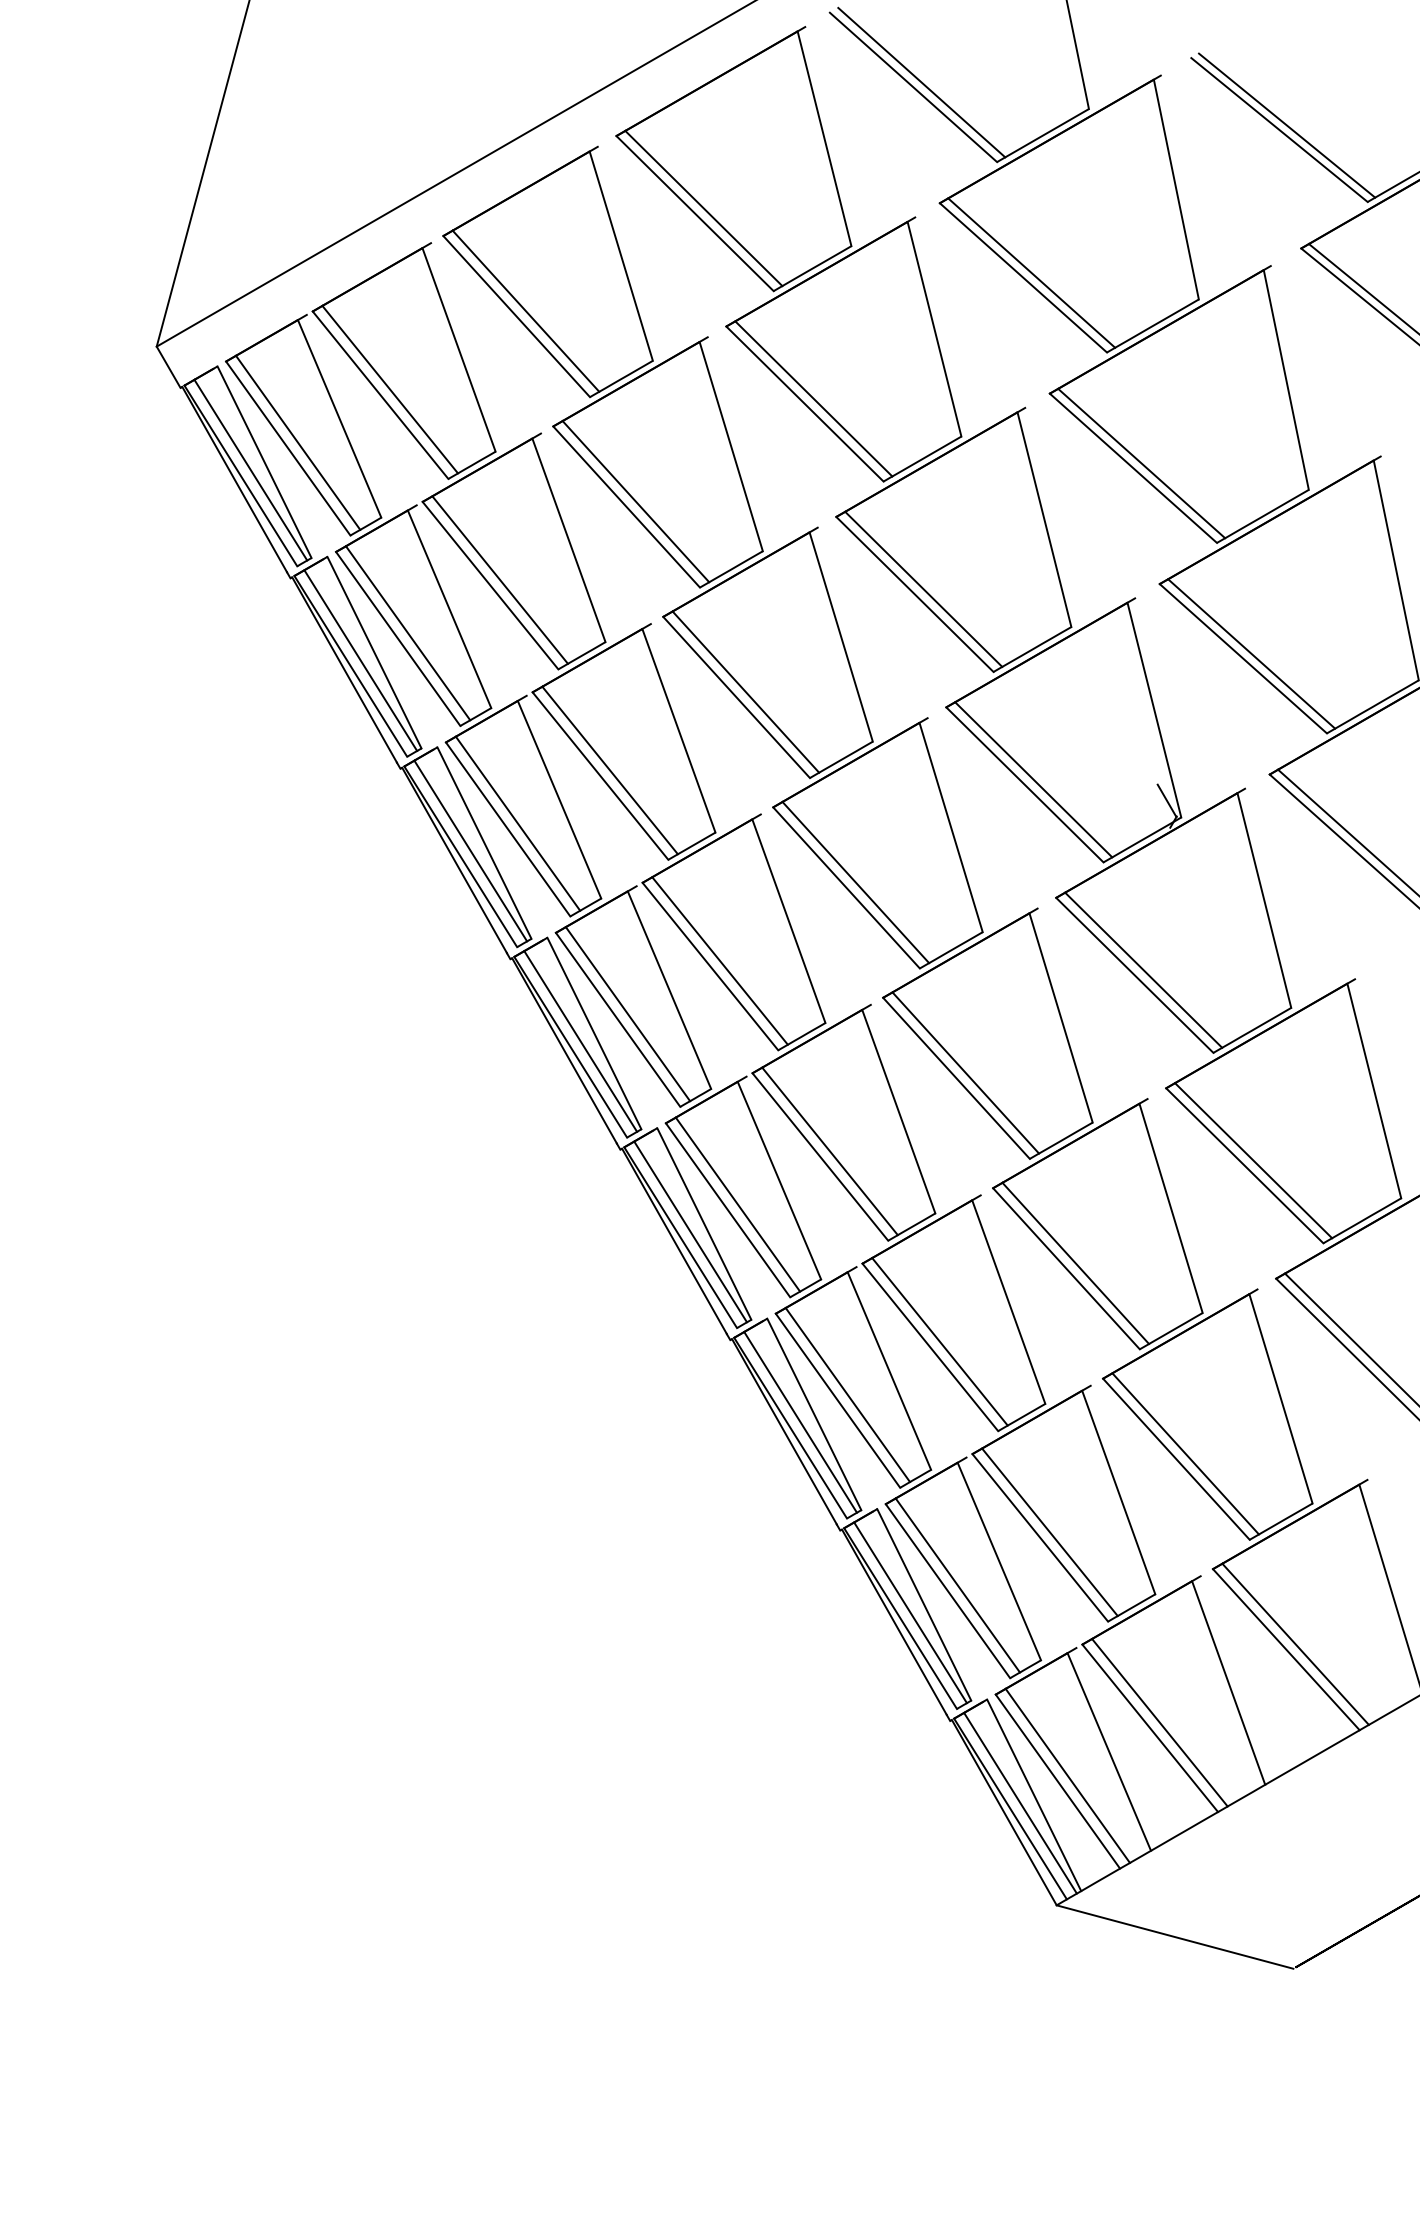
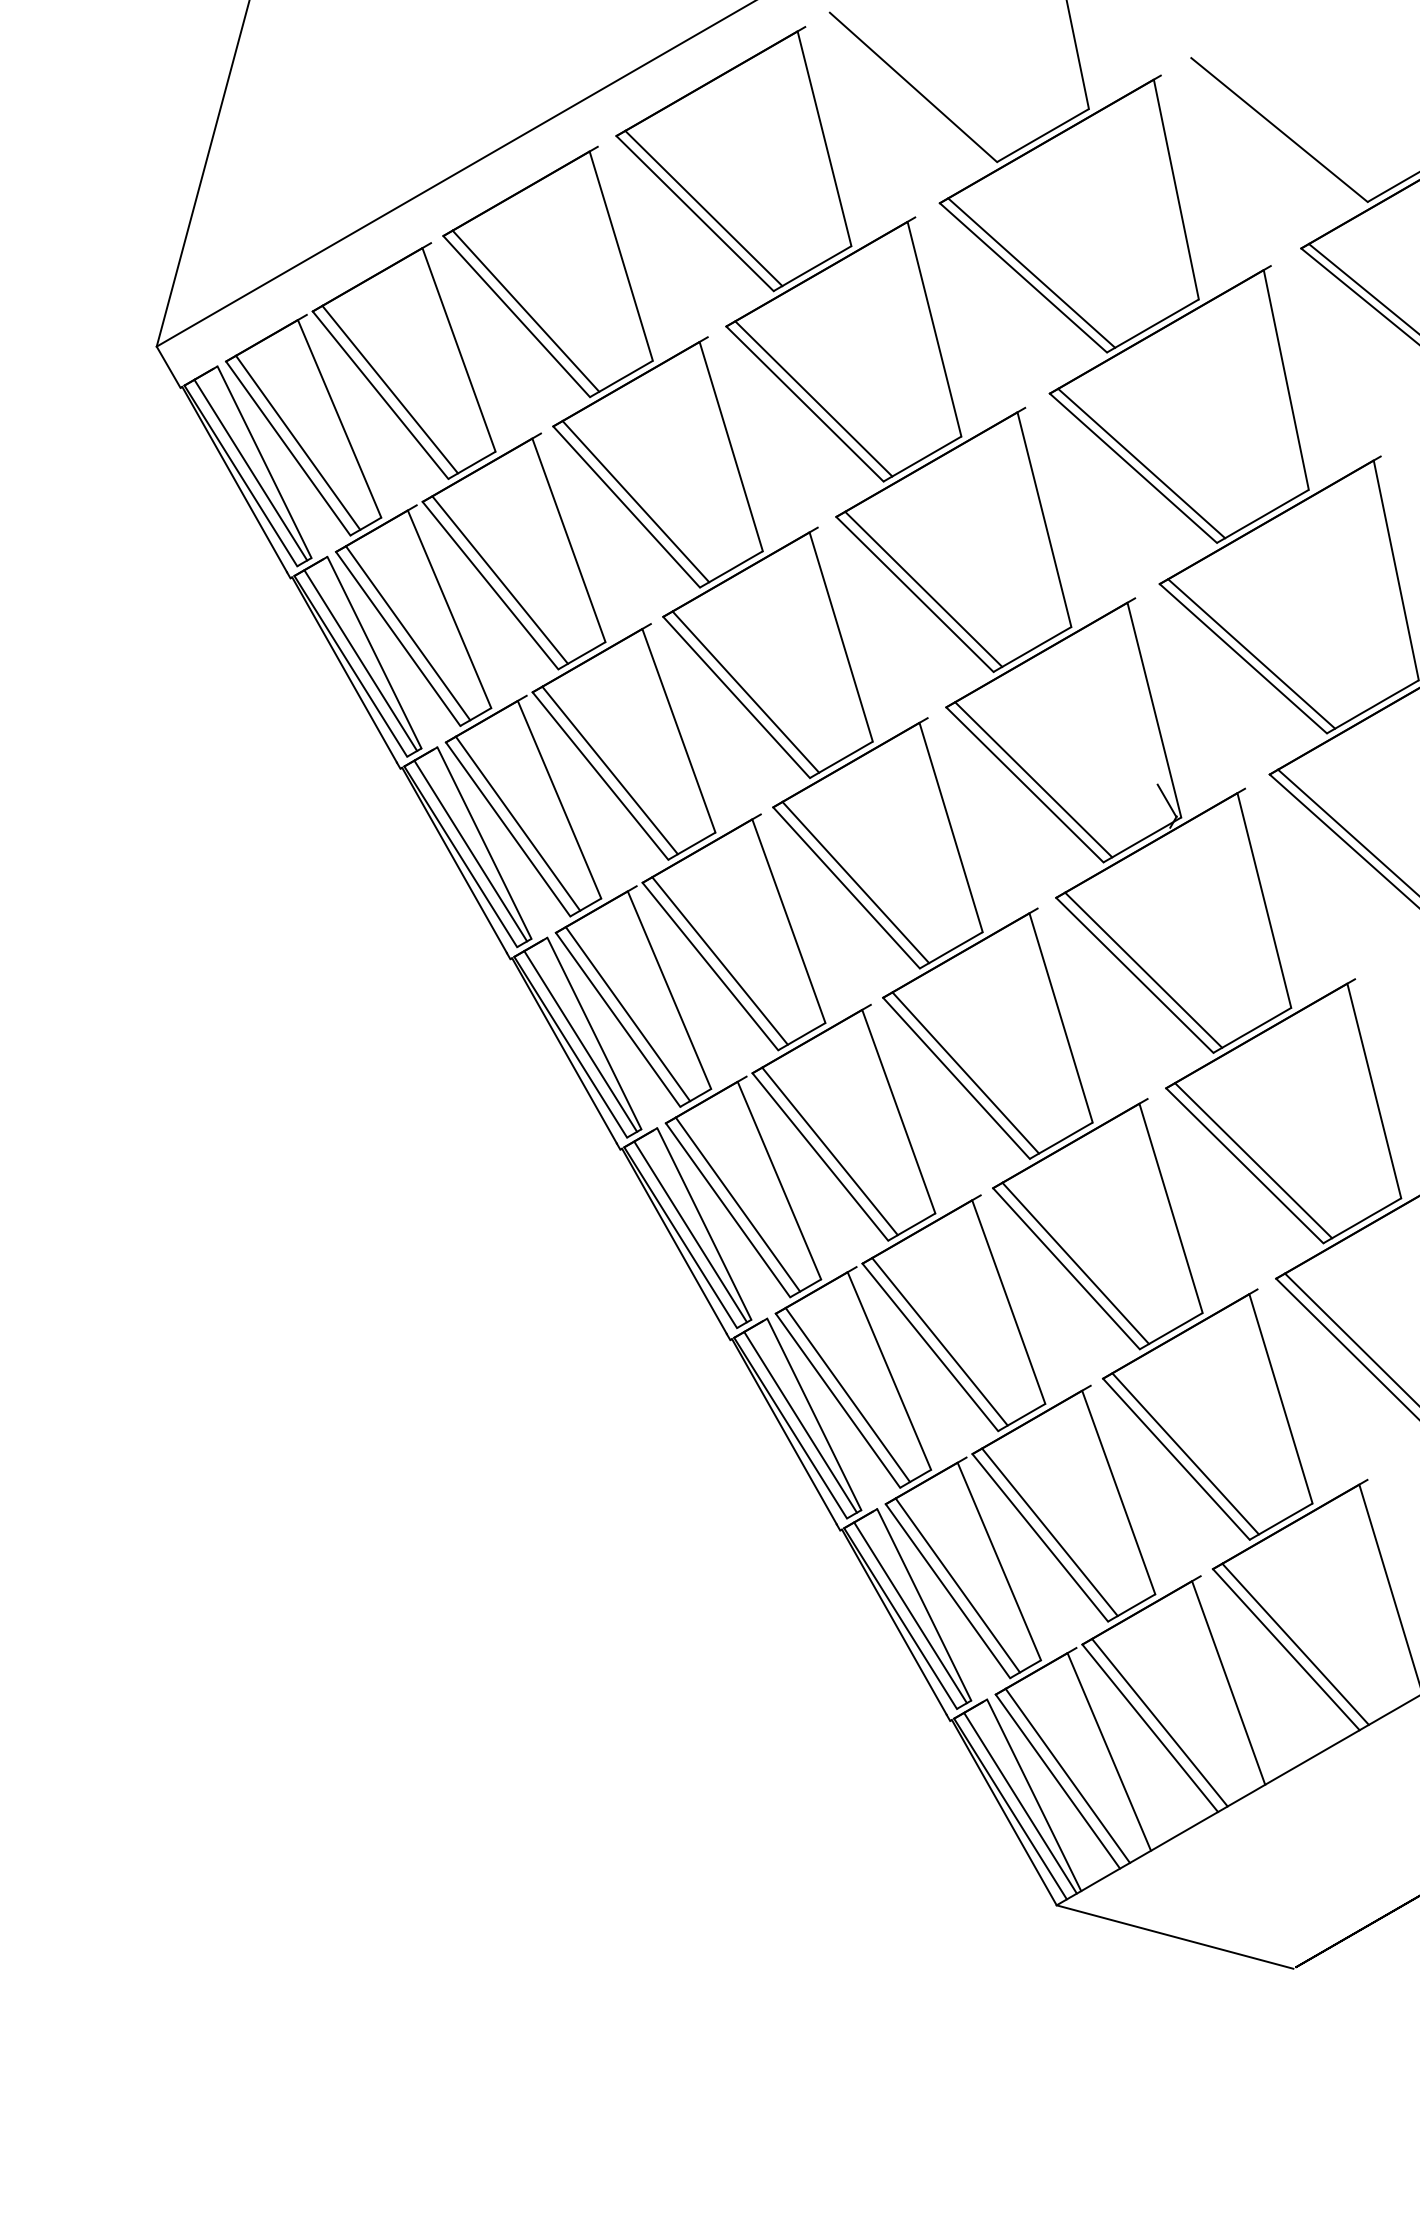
line at (921, 82): present -> none
line at (1286, 125): present -> none
